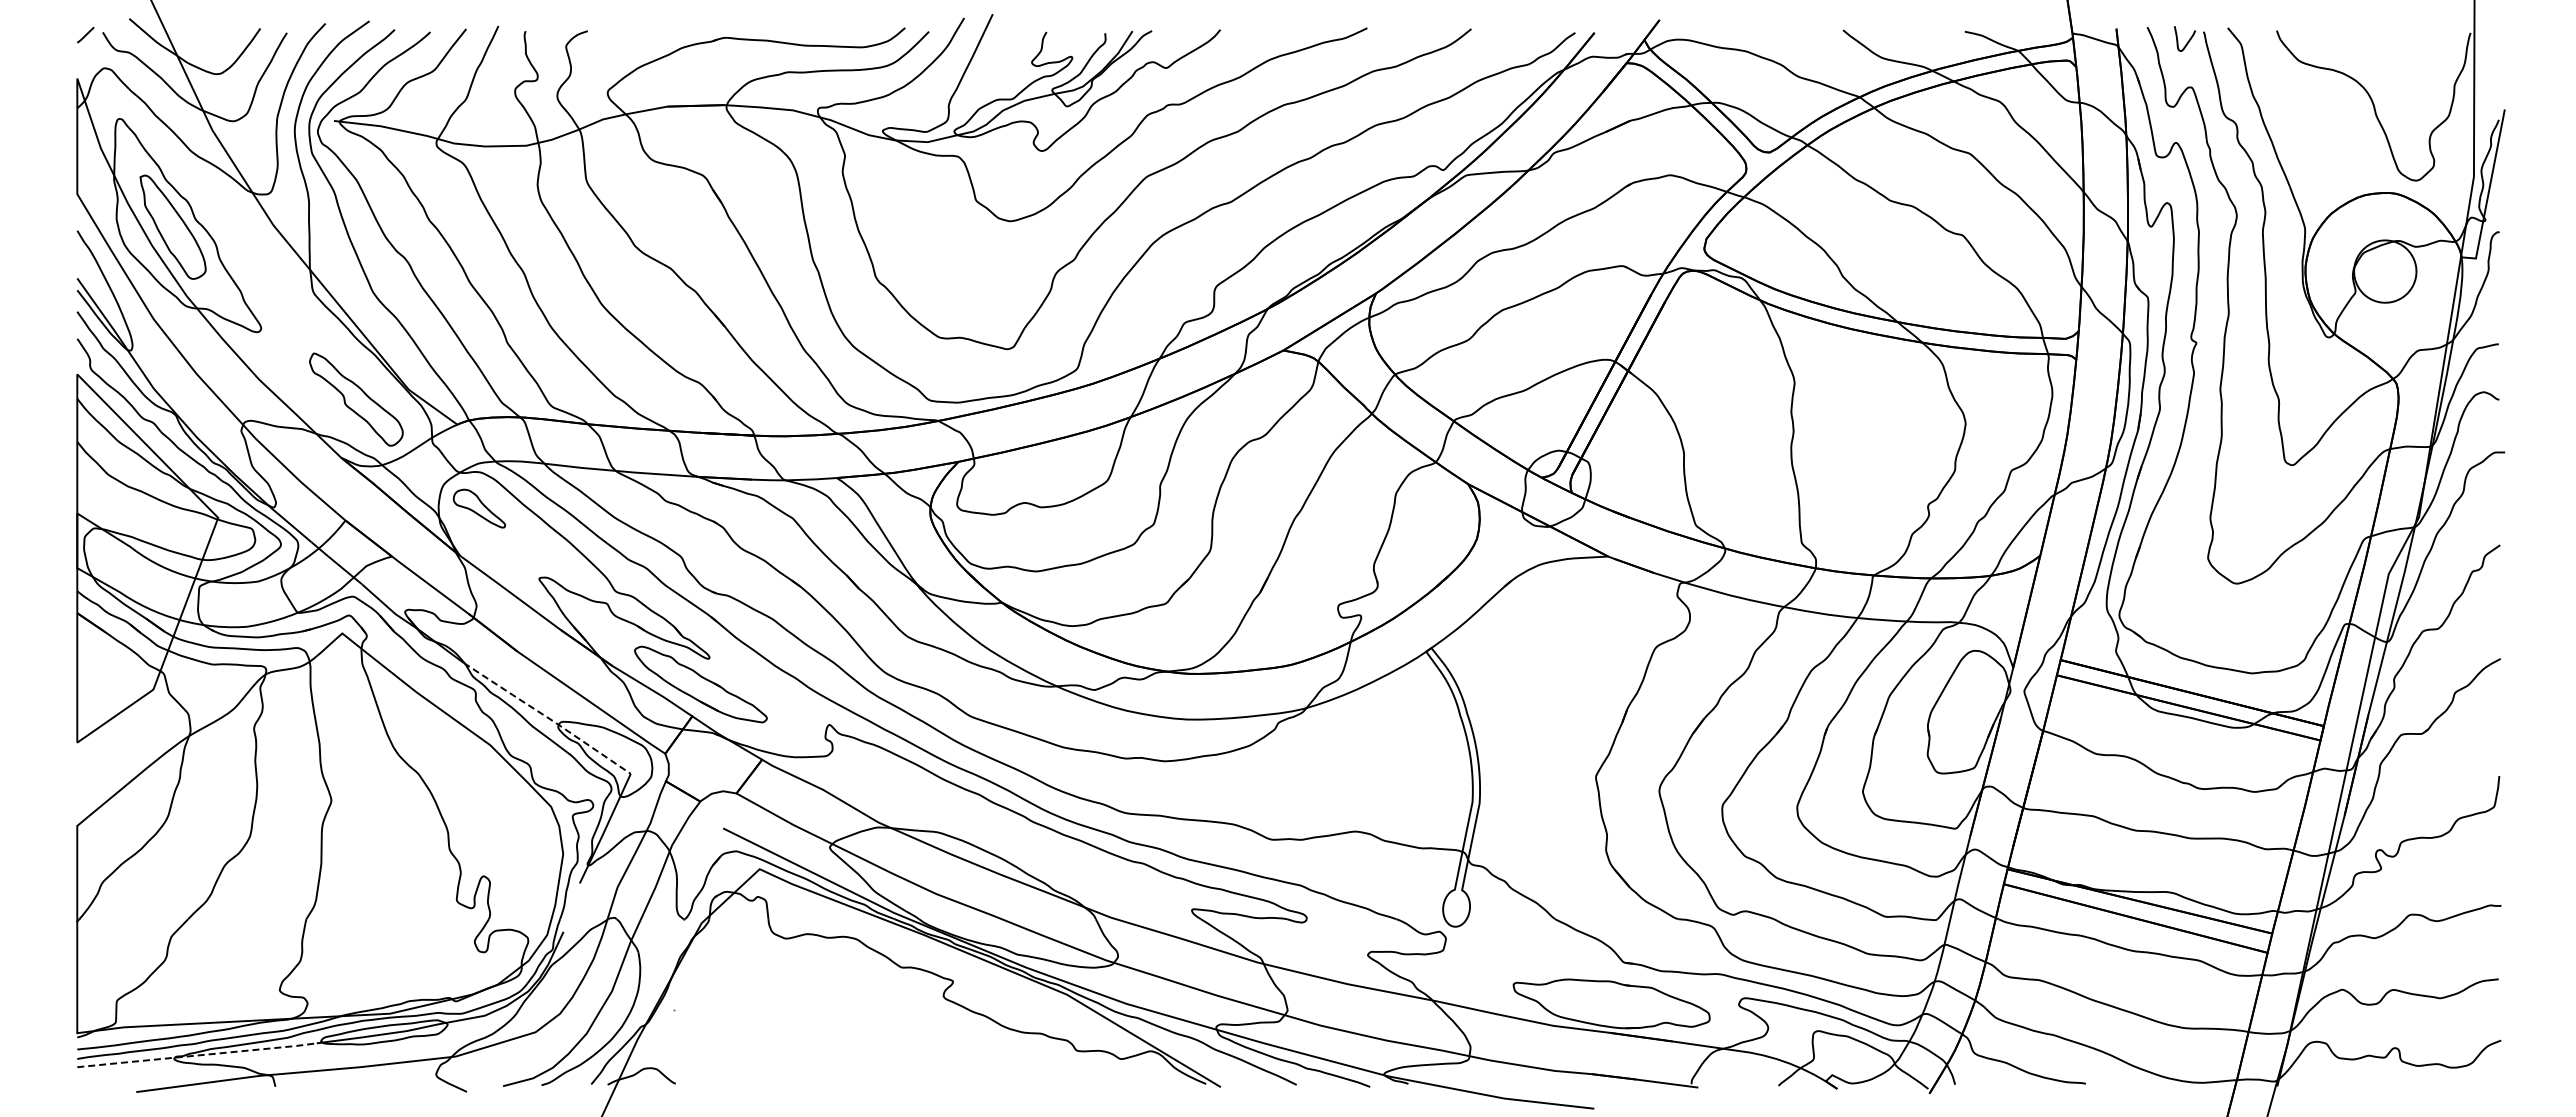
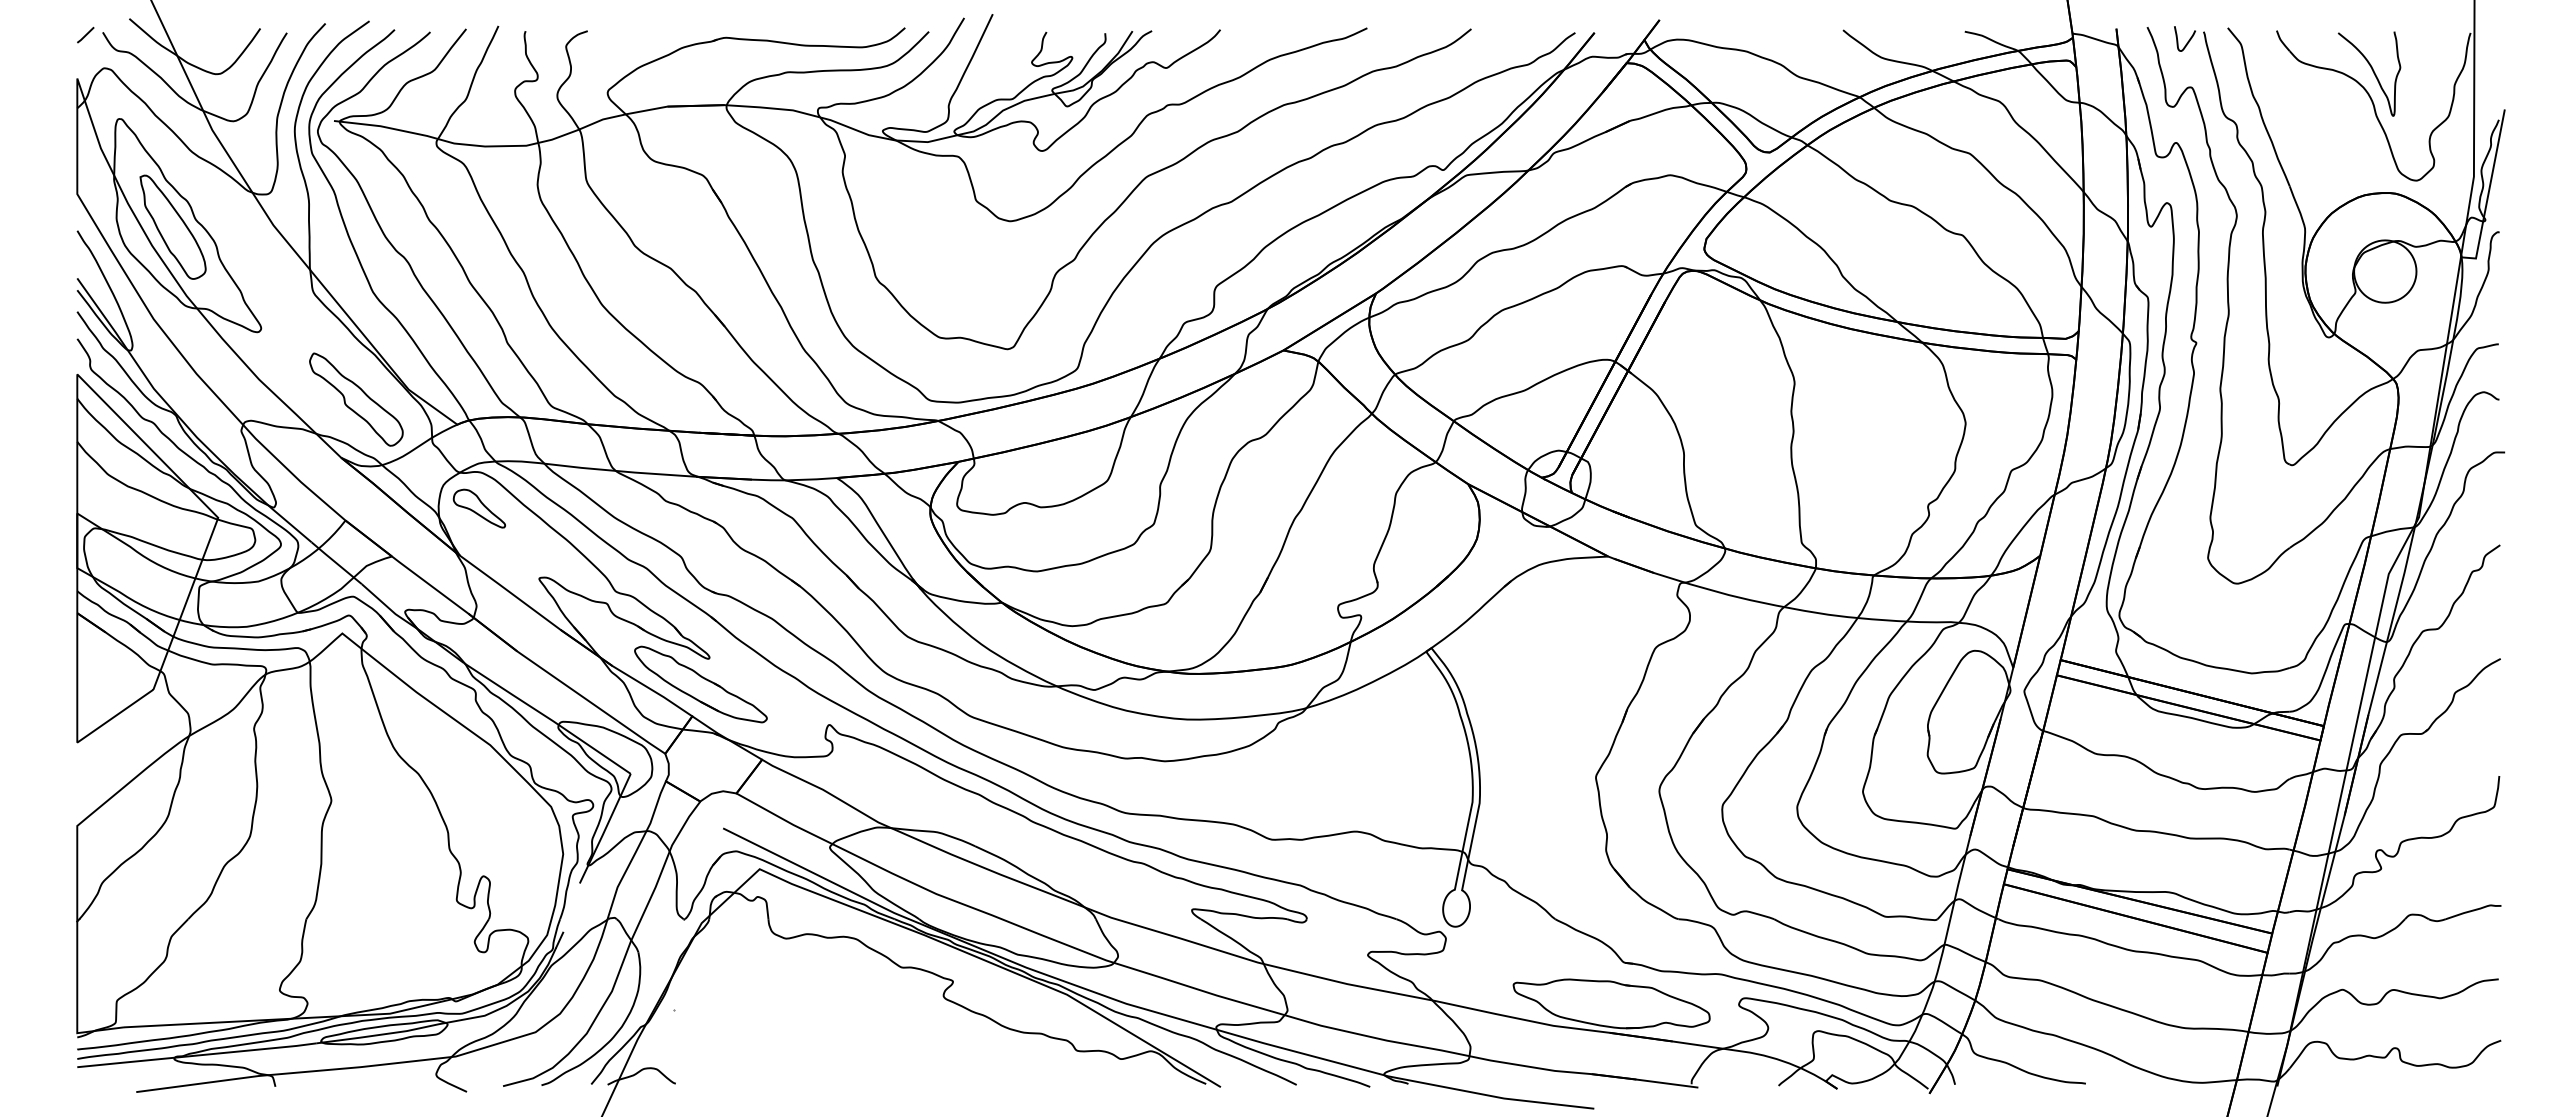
curve at (2372, 71): none -> present
line at (547, 717): dashed -> solid
line at (197, 1055): dashed -> solid
